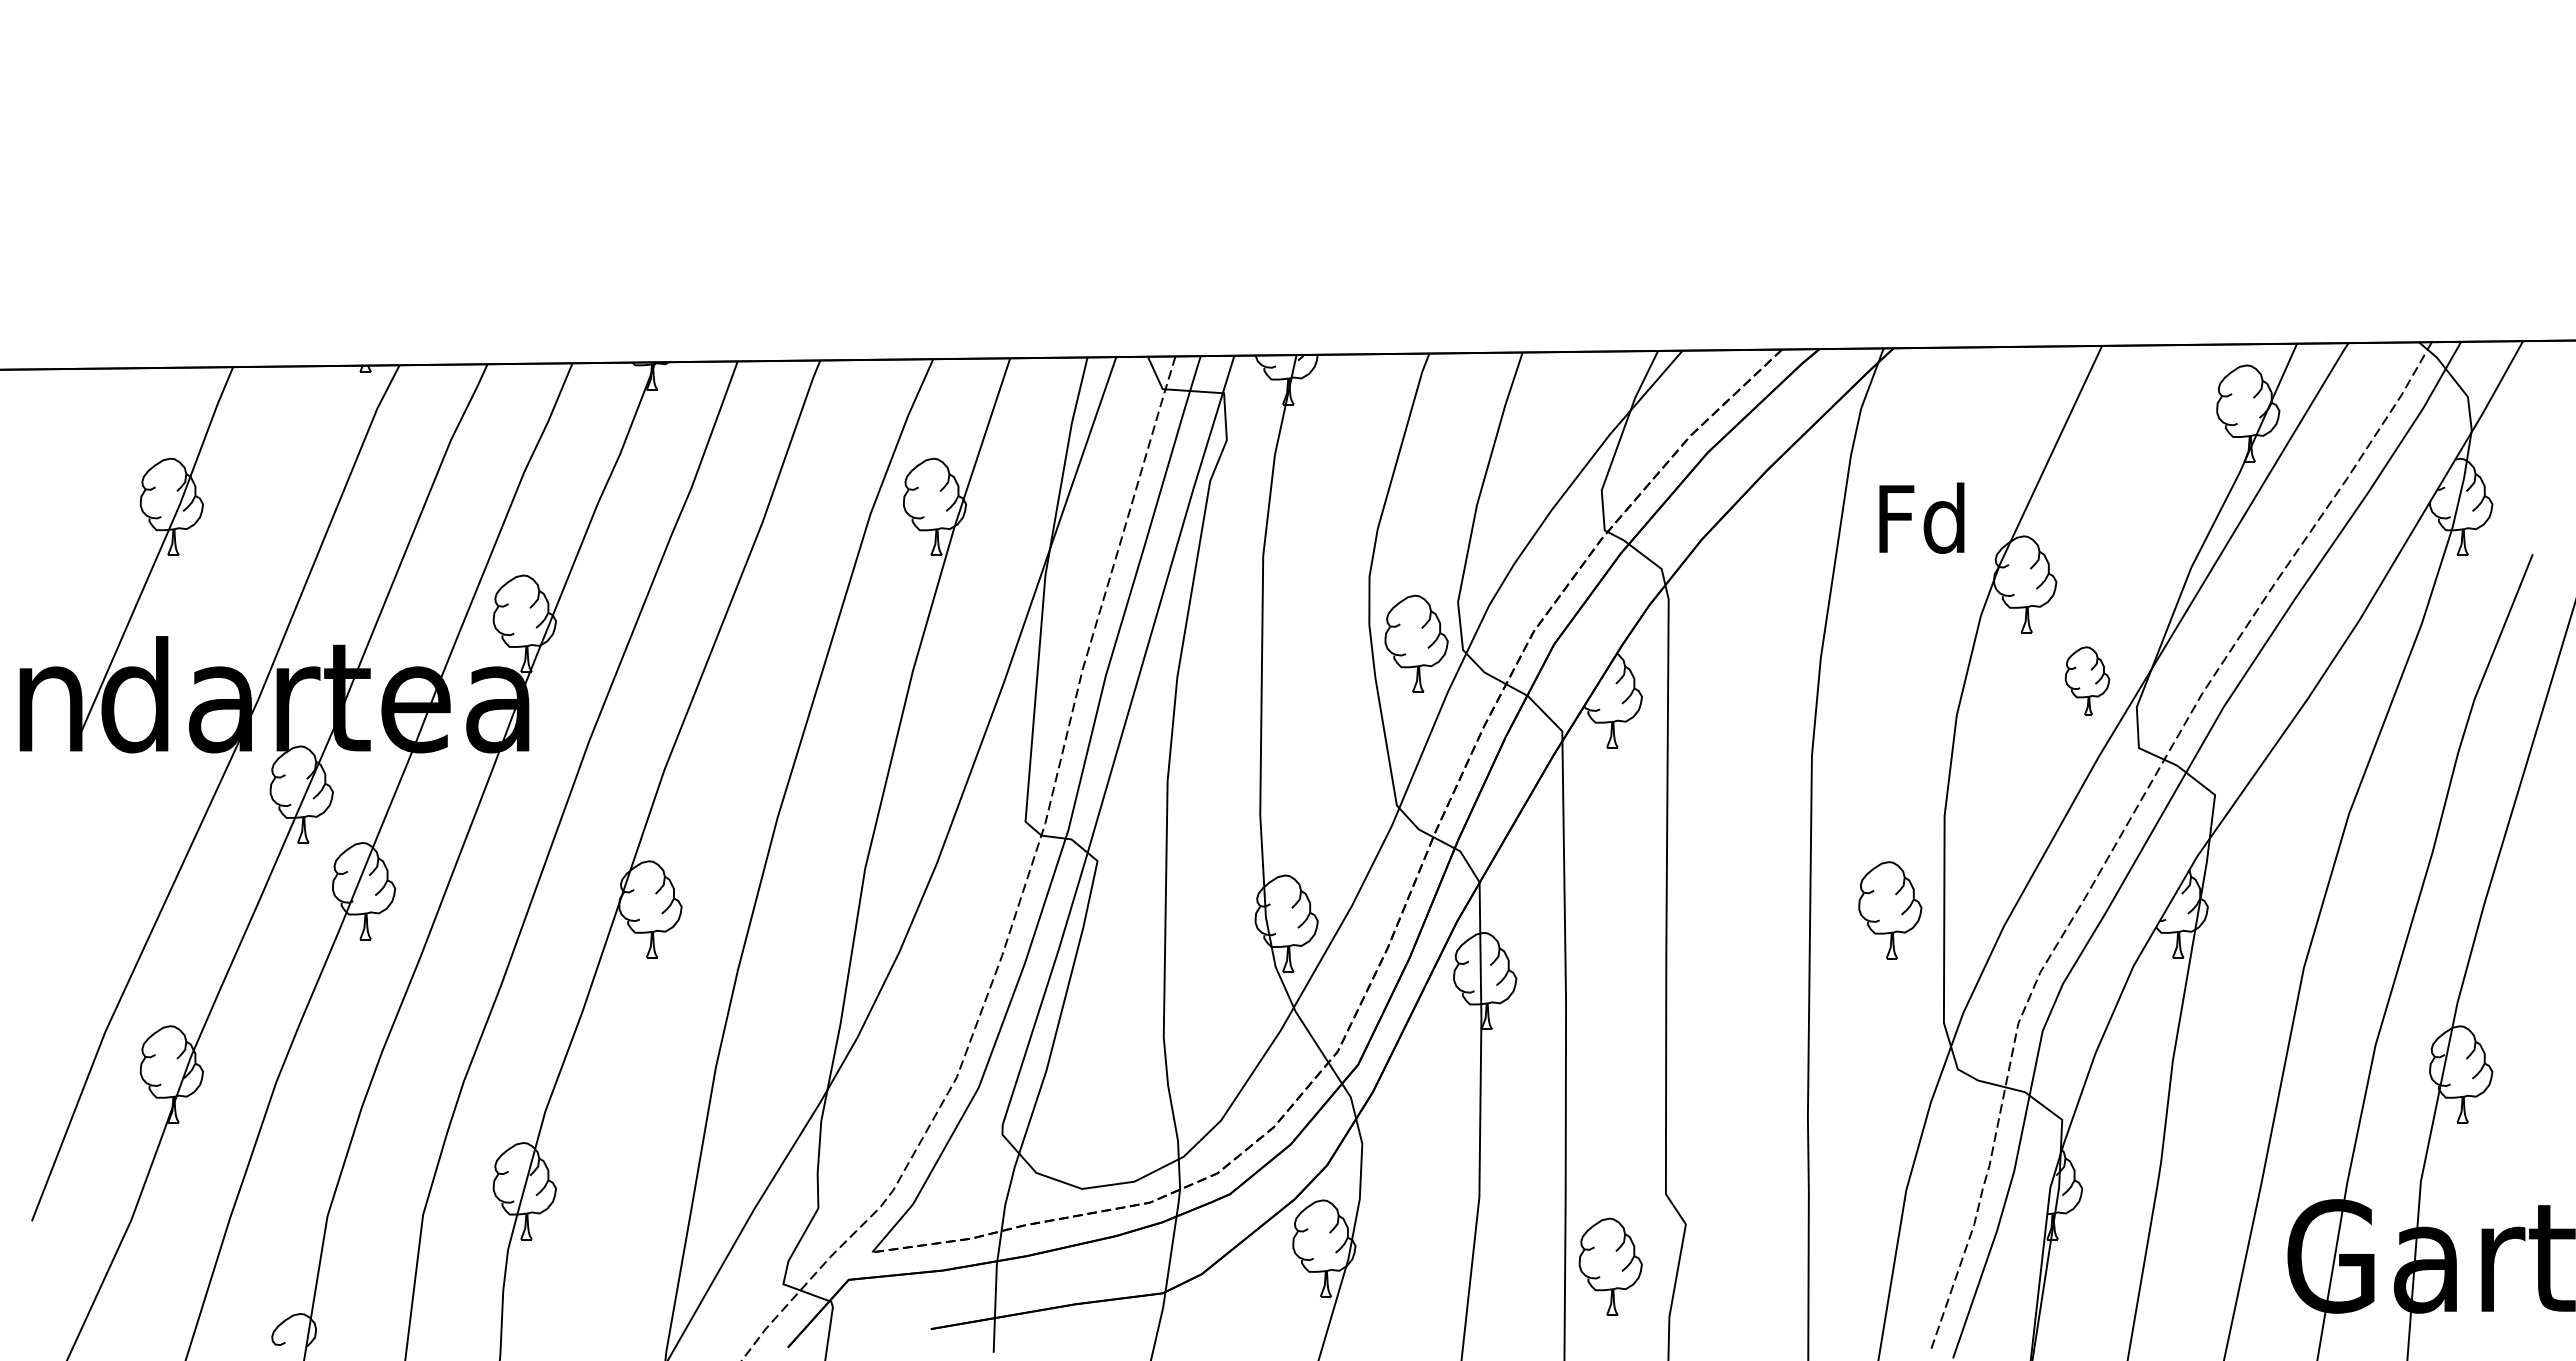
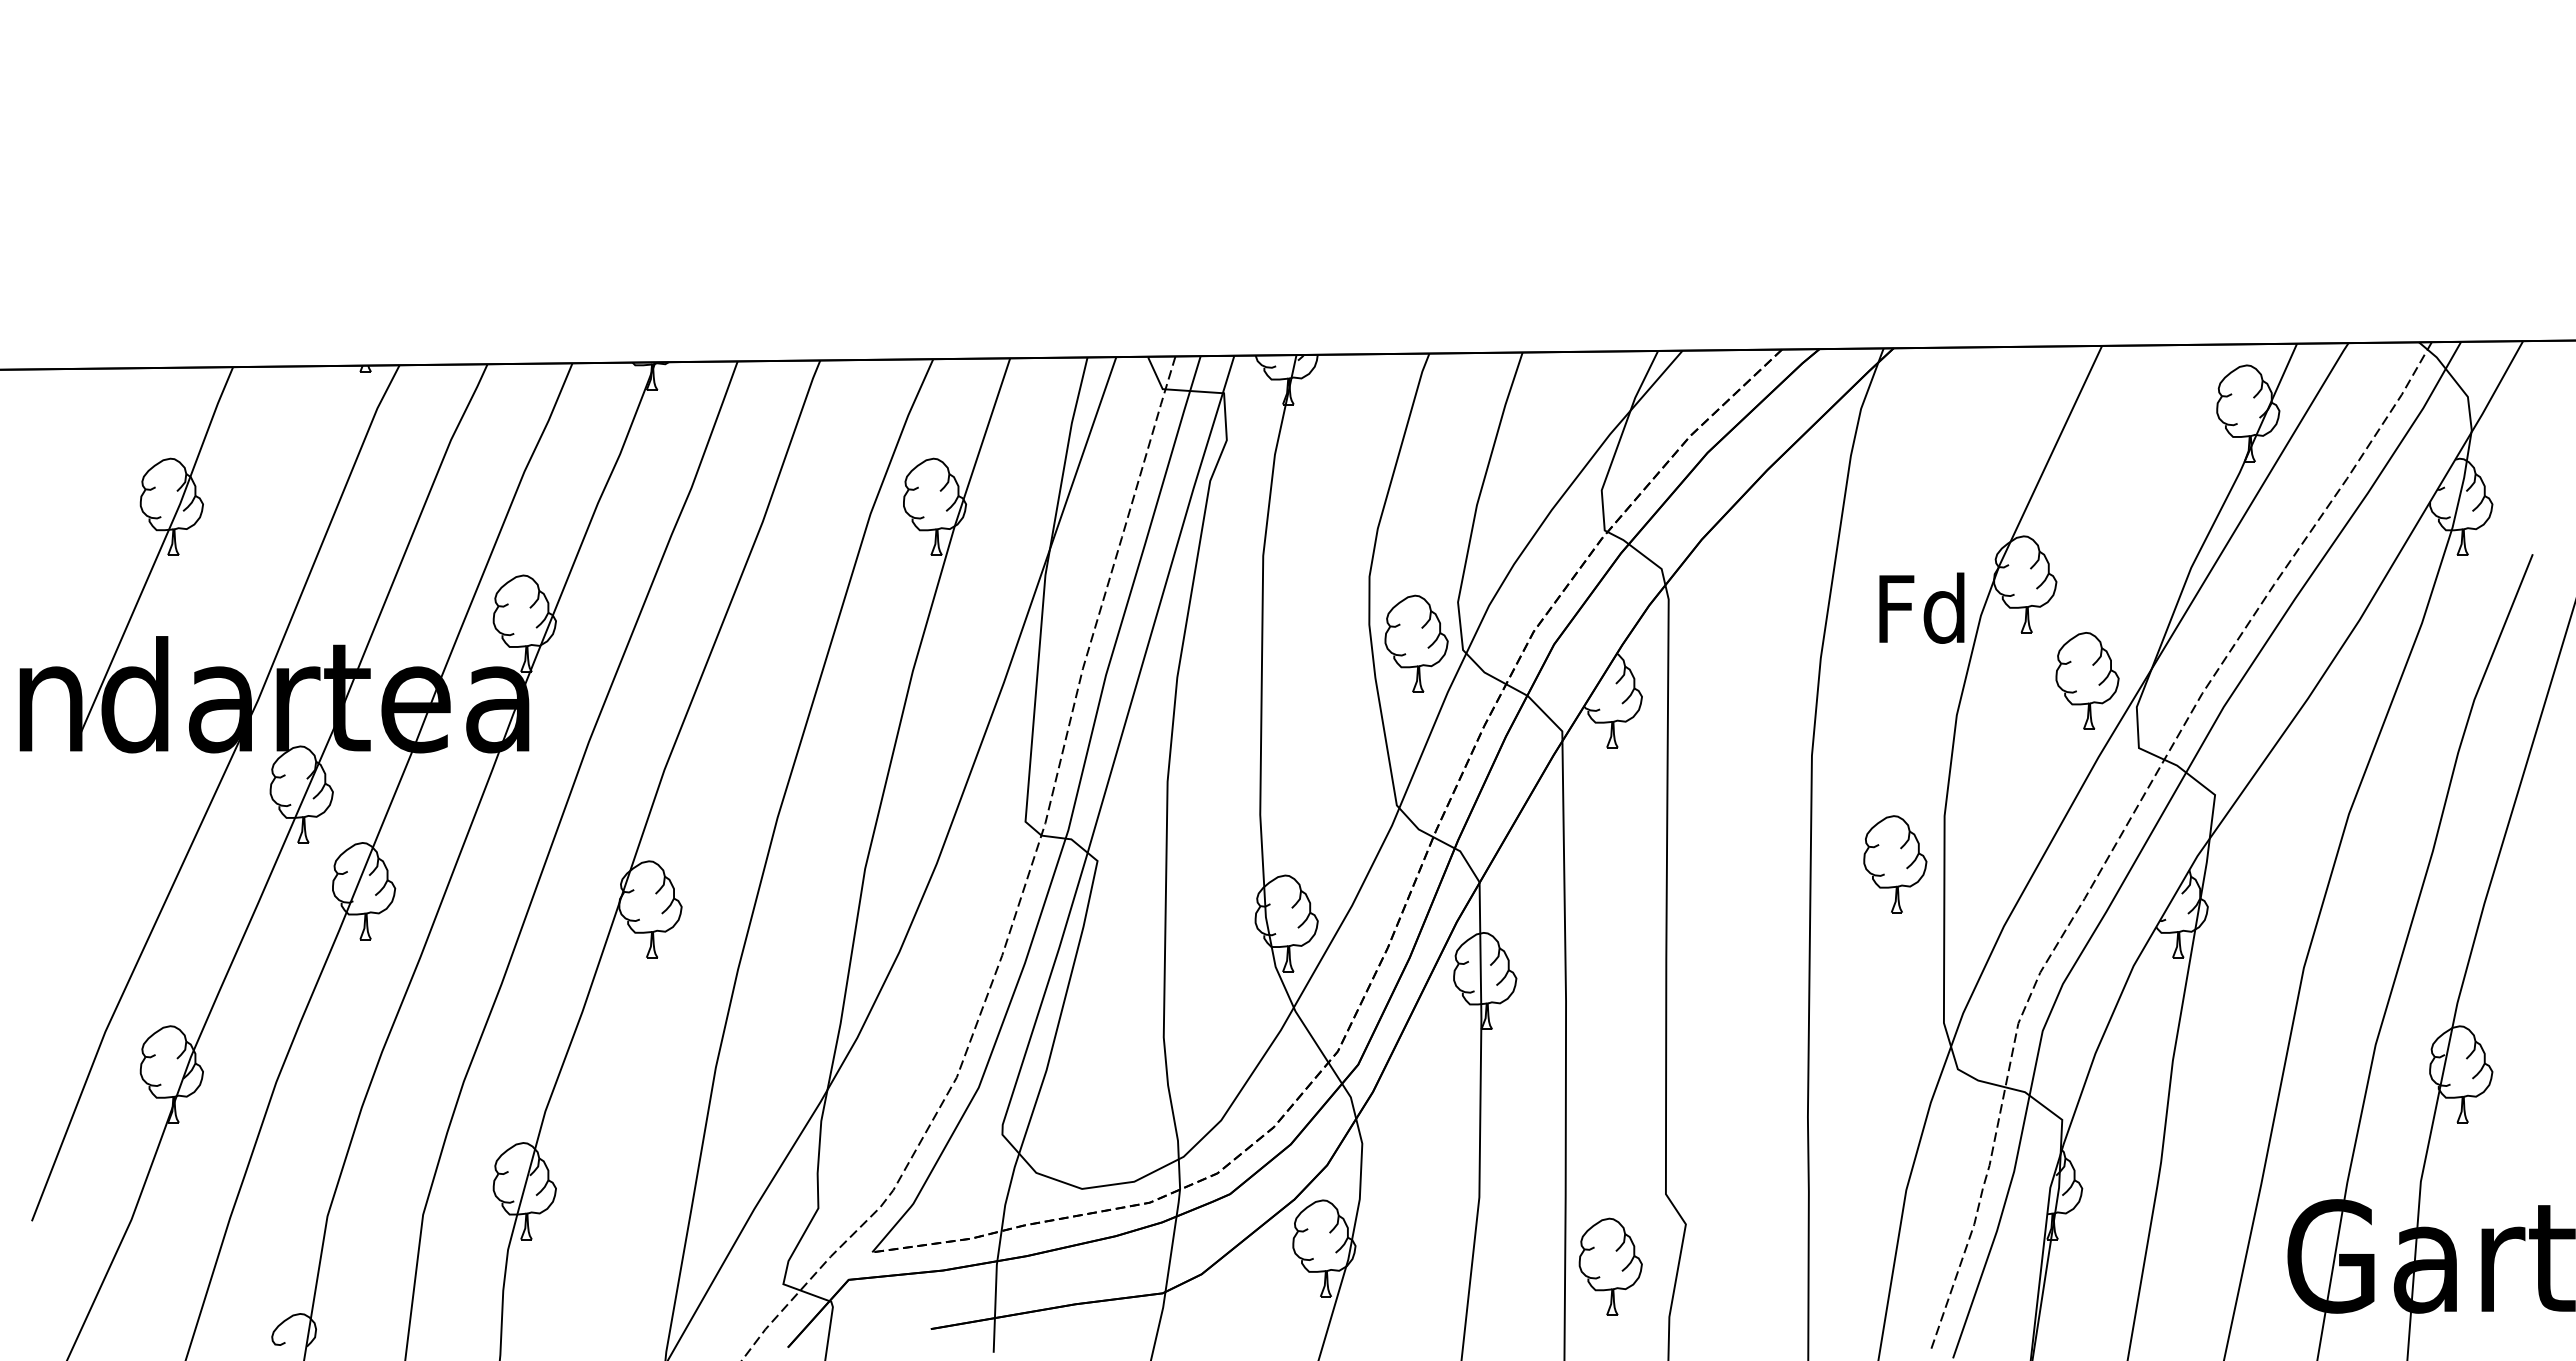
text at (1921, 517) position: (1921, 517) -> (1921, 607)
part at (2087, 680) size: 47x70 px -> 65x98 px
part at (1890, 910) position: (1890, 910) -> (1895, 864)
